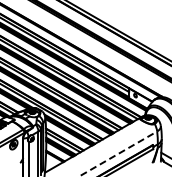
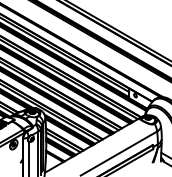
line at (119, 153): dashed -> solid
